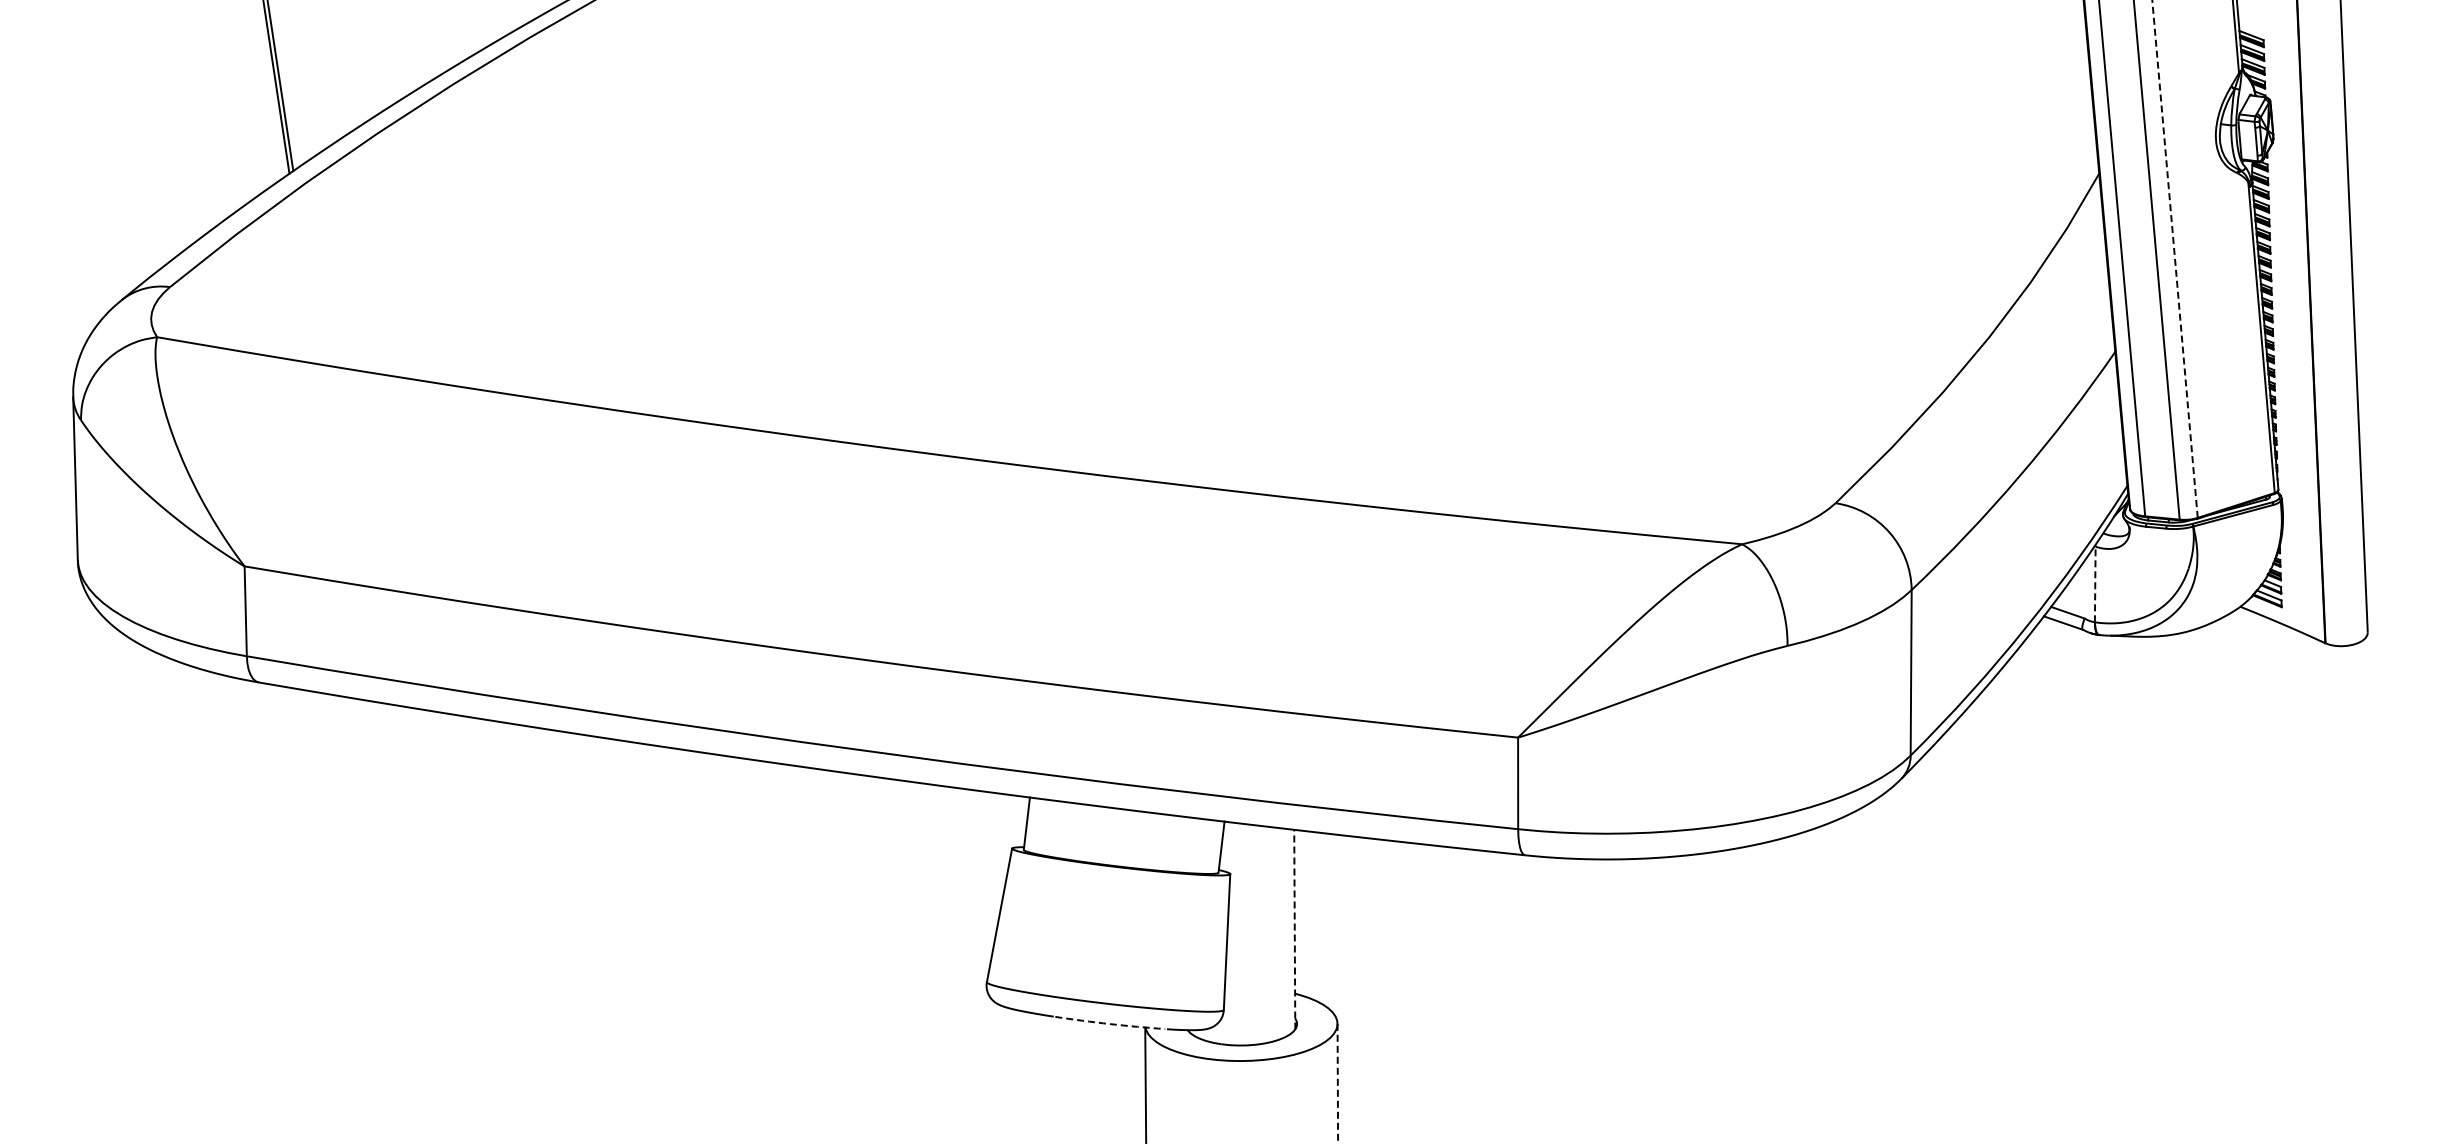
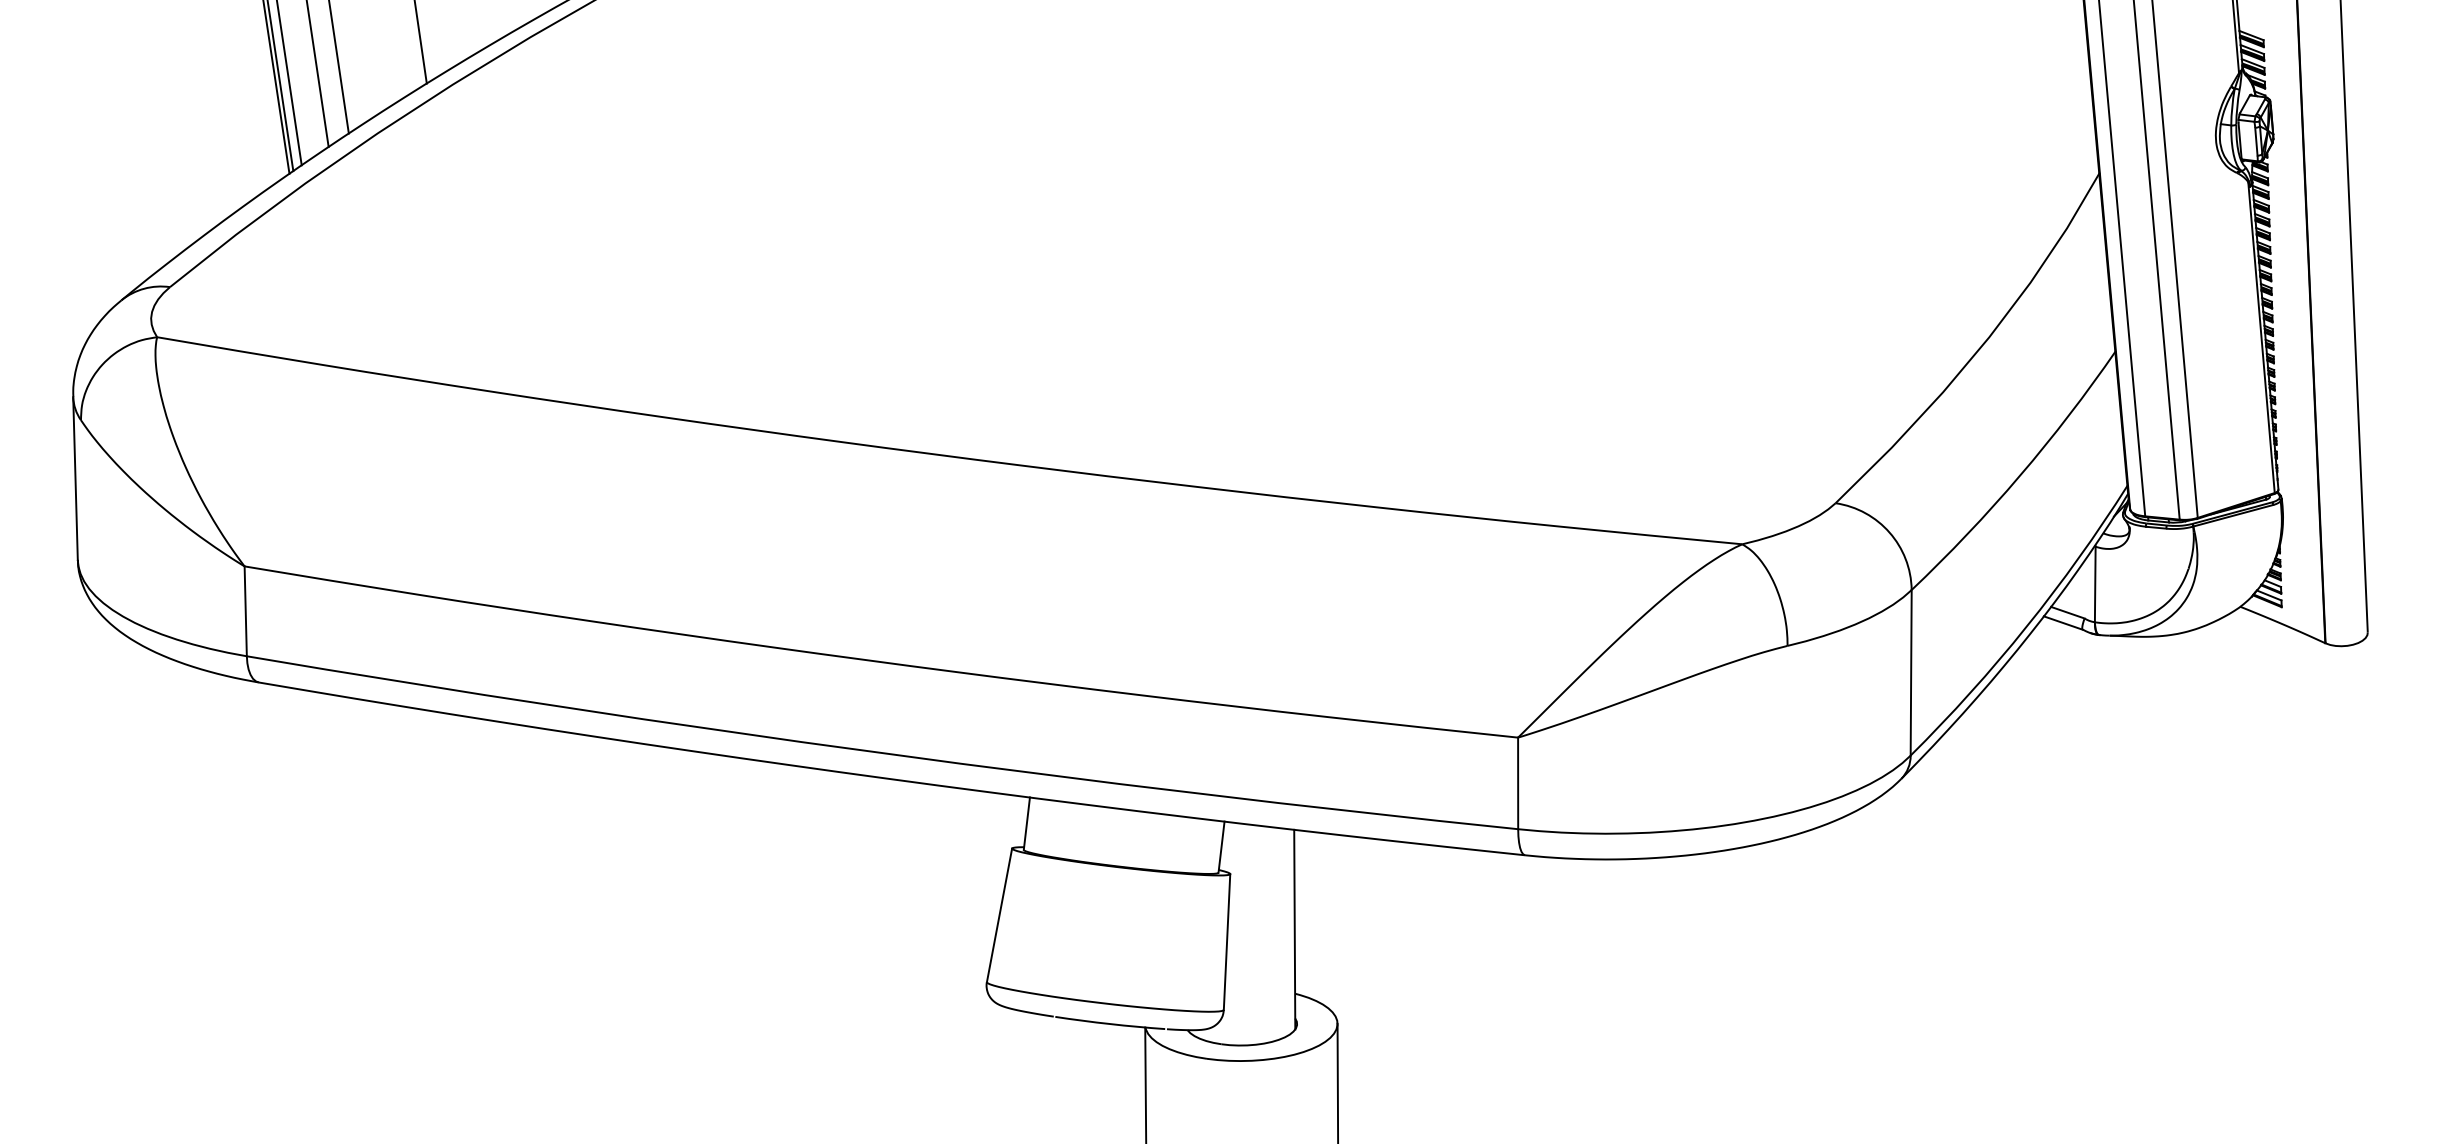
line at (420, 42): none -> present
line at (338, 67): none -> present
line at (317, 74): none -> present
line at (289, 83): none -> present
line at (2175, 259): dashed -> solid
line at (2095, 584): dashed -> solid
line at (1294, 929): dashed -> solid
arc at (1110, 1024): dashed -> solid
line at (1337, 1083): dashed -> solid
